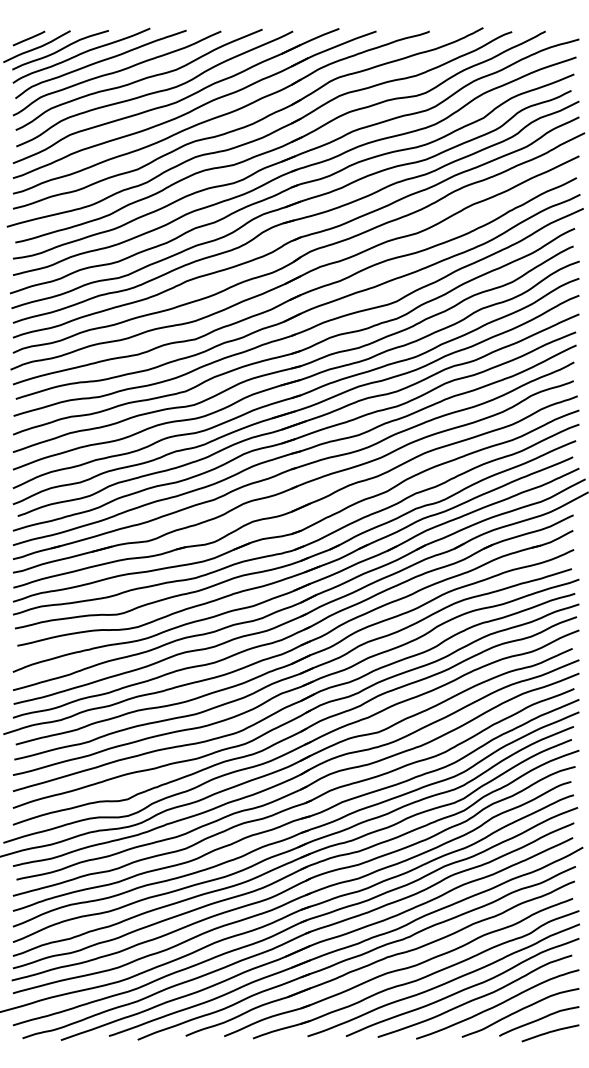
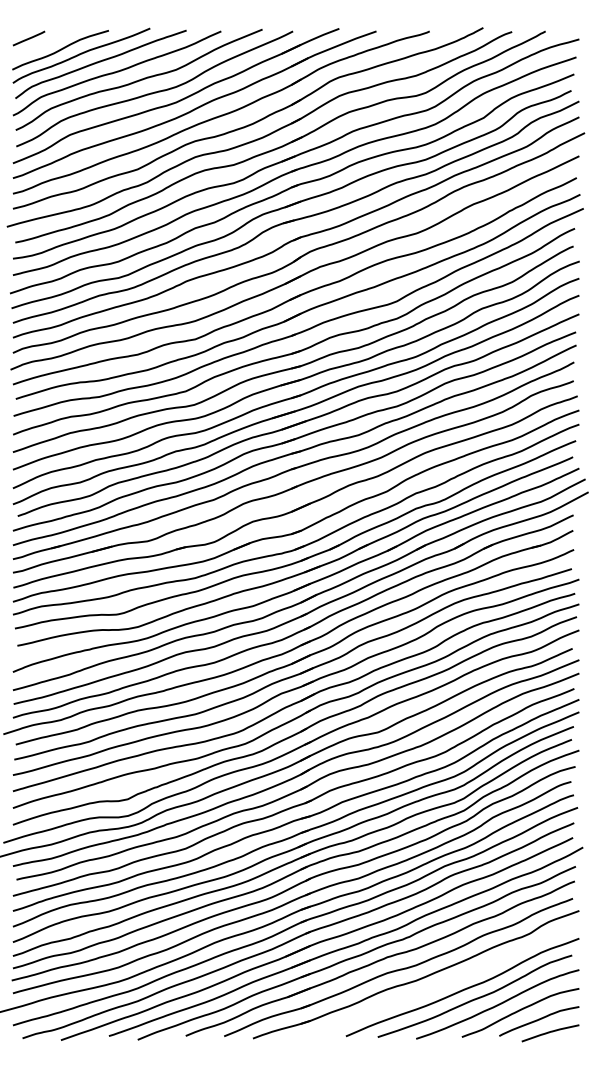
curve at (36, 47): present -> none
curve at (444, 982): present -> none
